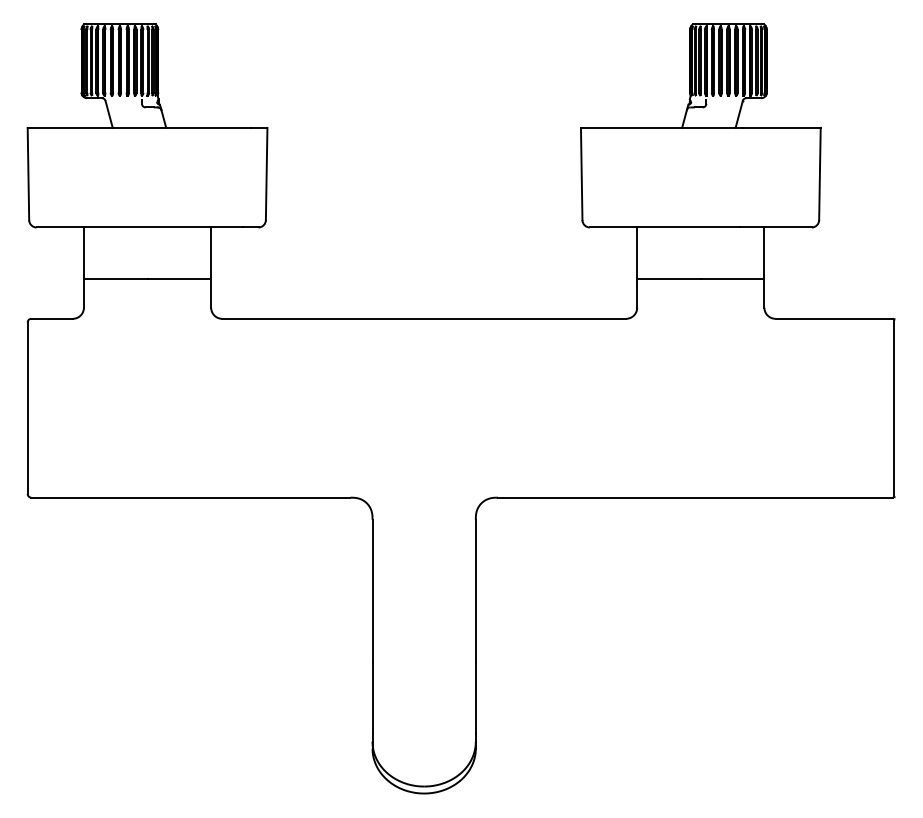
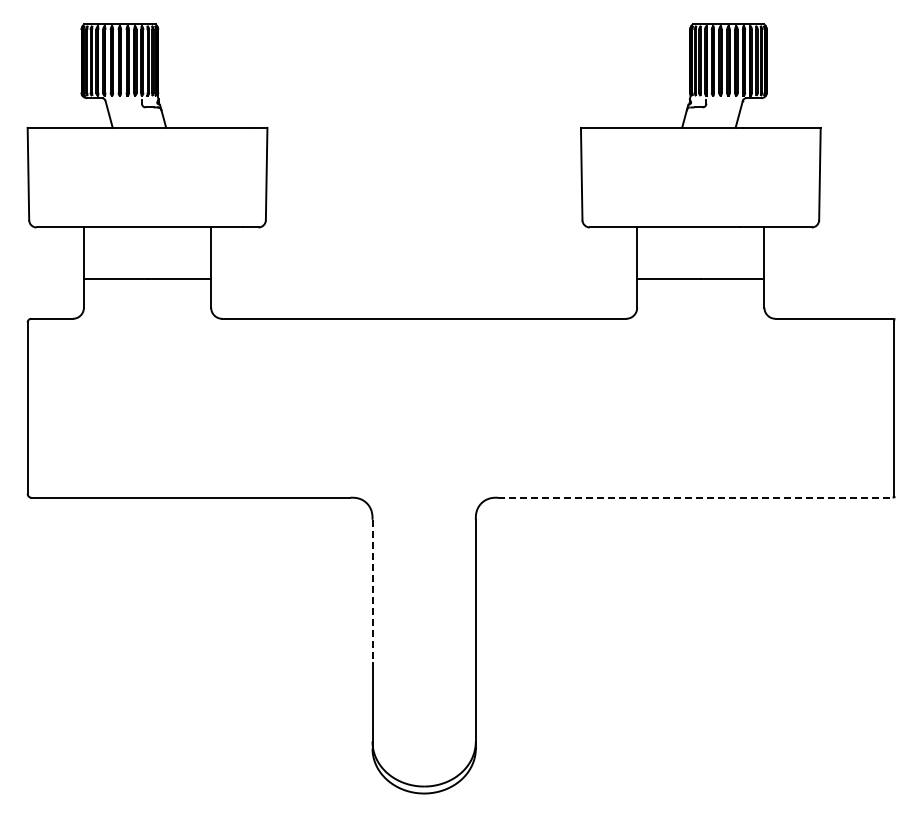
line at (695, 497): solid -> dashed
line at (372, 591): solid -> dashed
